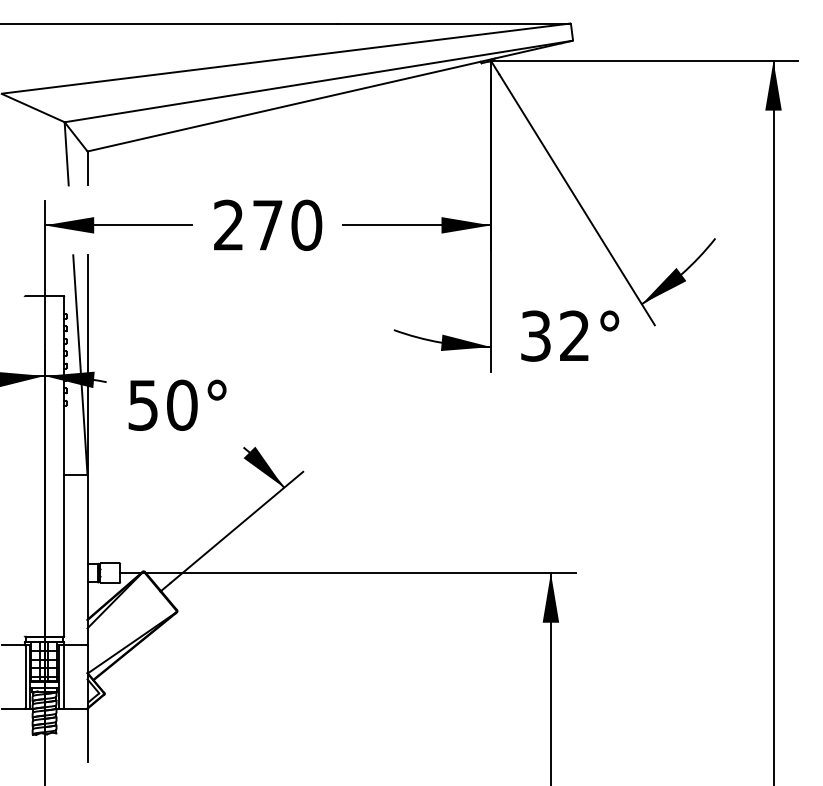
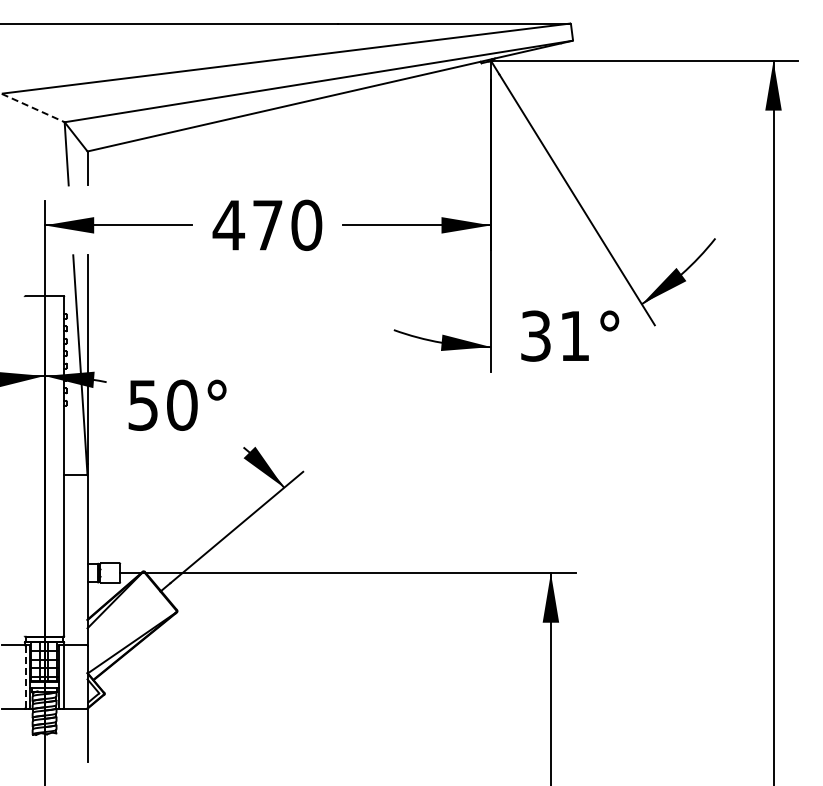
line at (33, 108): solid -> dashed
text at (228, 224): 270 -> 470
text at (574, 335): 32° -> 31°
line at (25, 676): solid -> dashed
